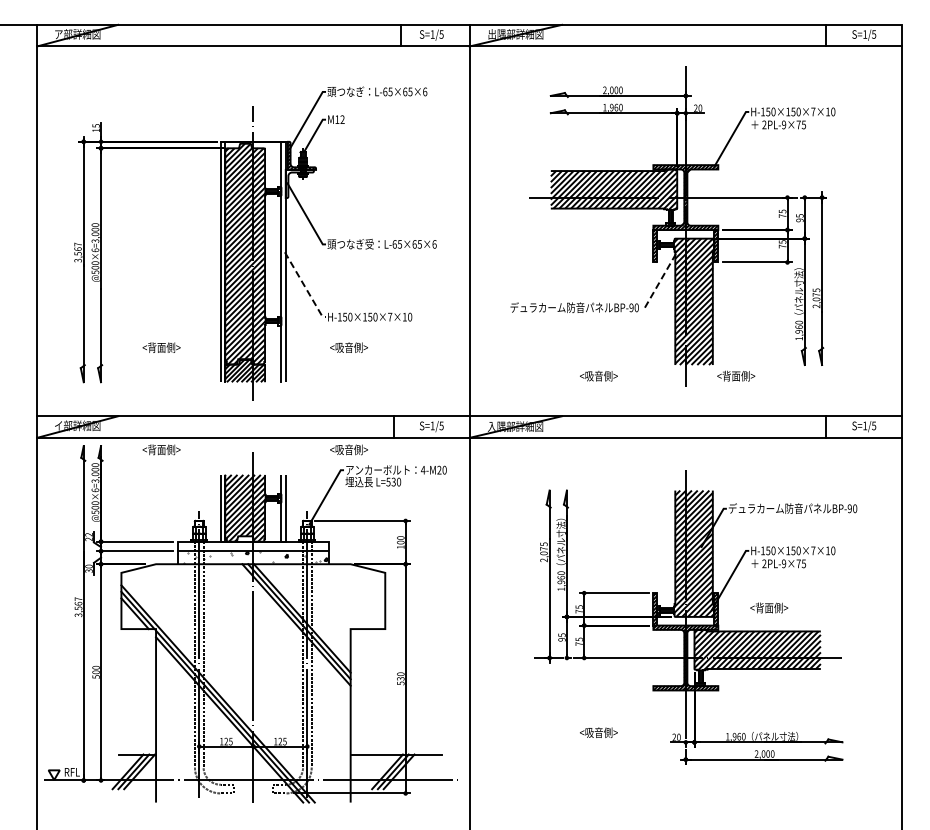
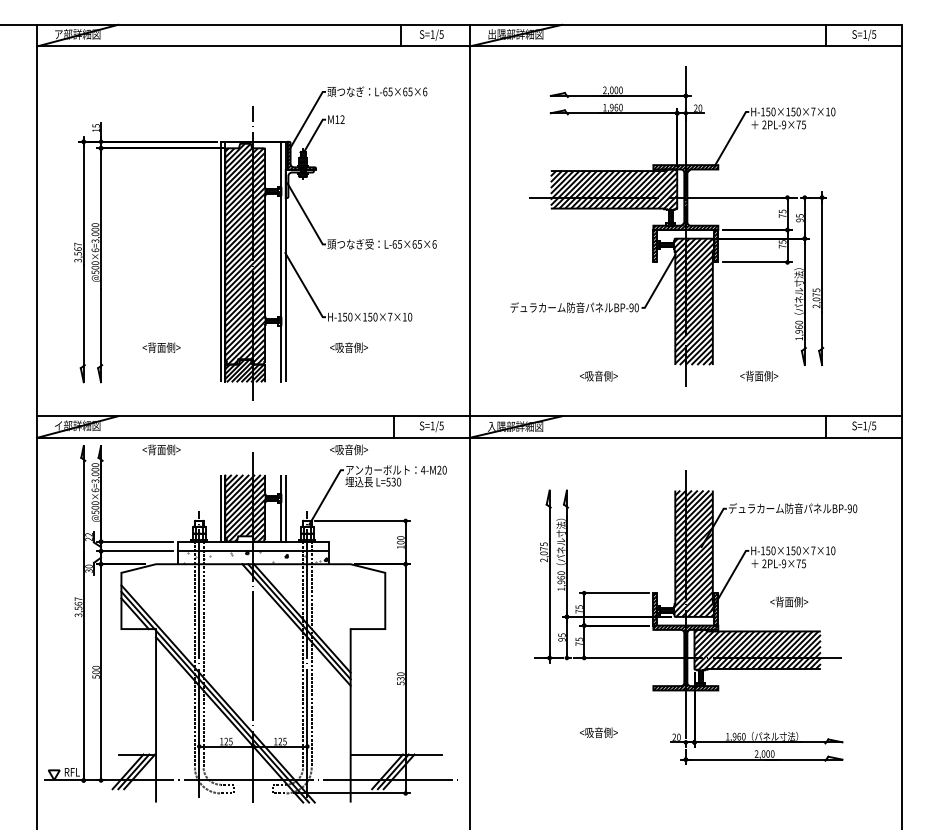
line at (659, 283): dashed -> solid
line at (305, 287): dashed -> solid
text at (736, 375) position: (736, 375) -> (759, 375)
text at (769, 607) position: (769, 607) -> (789, 601)
